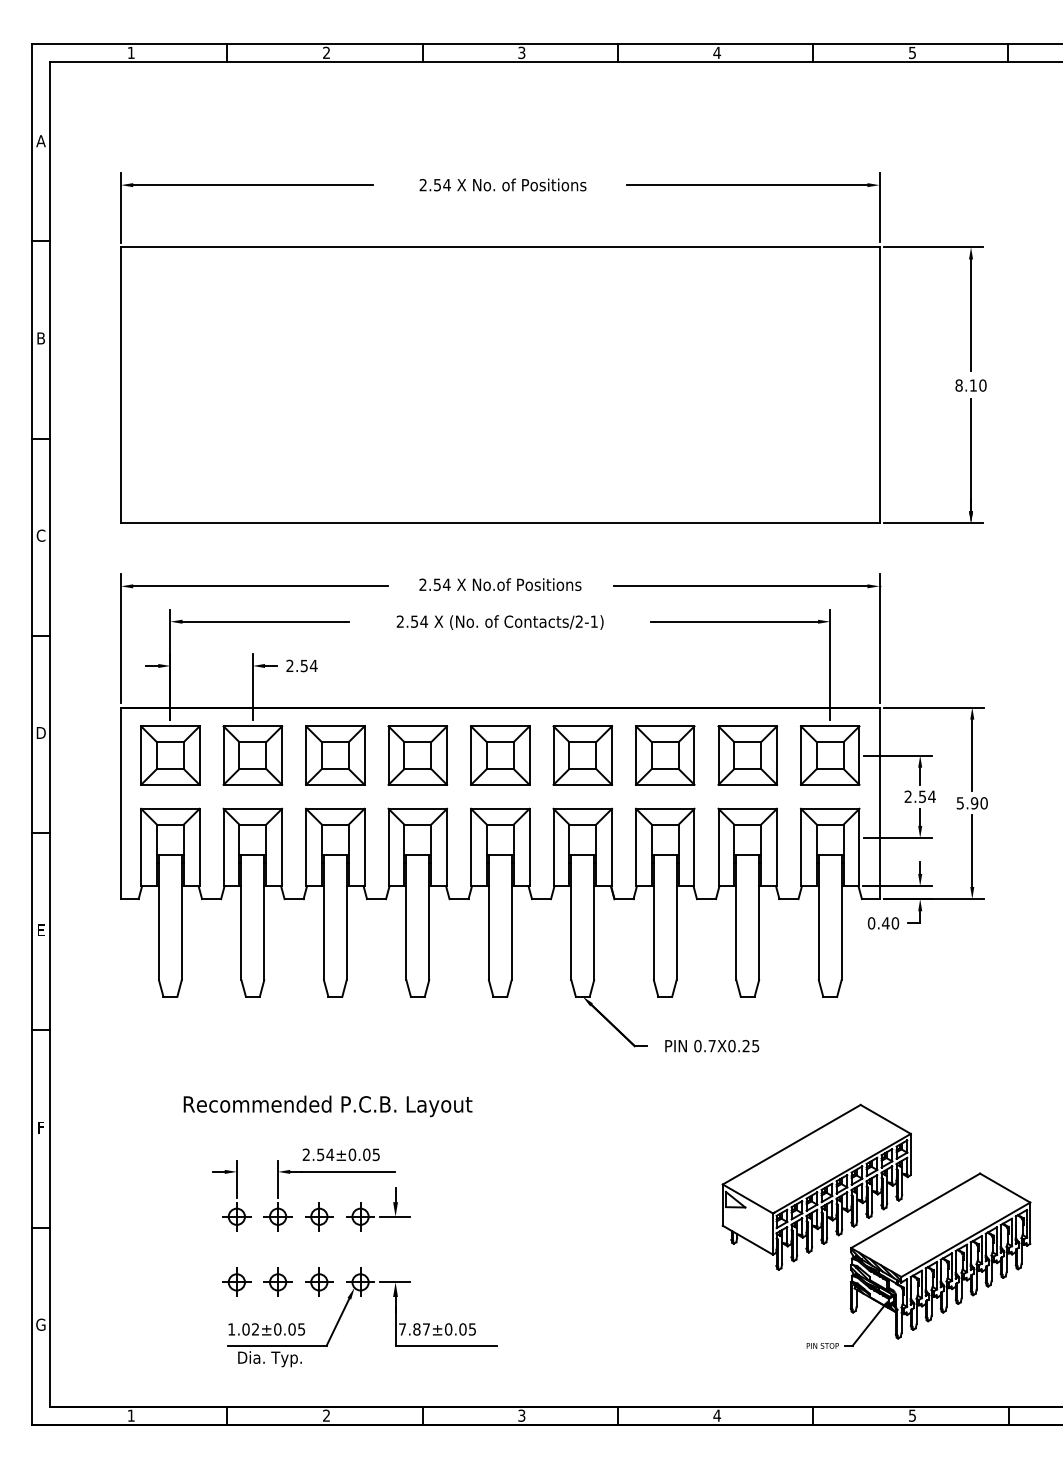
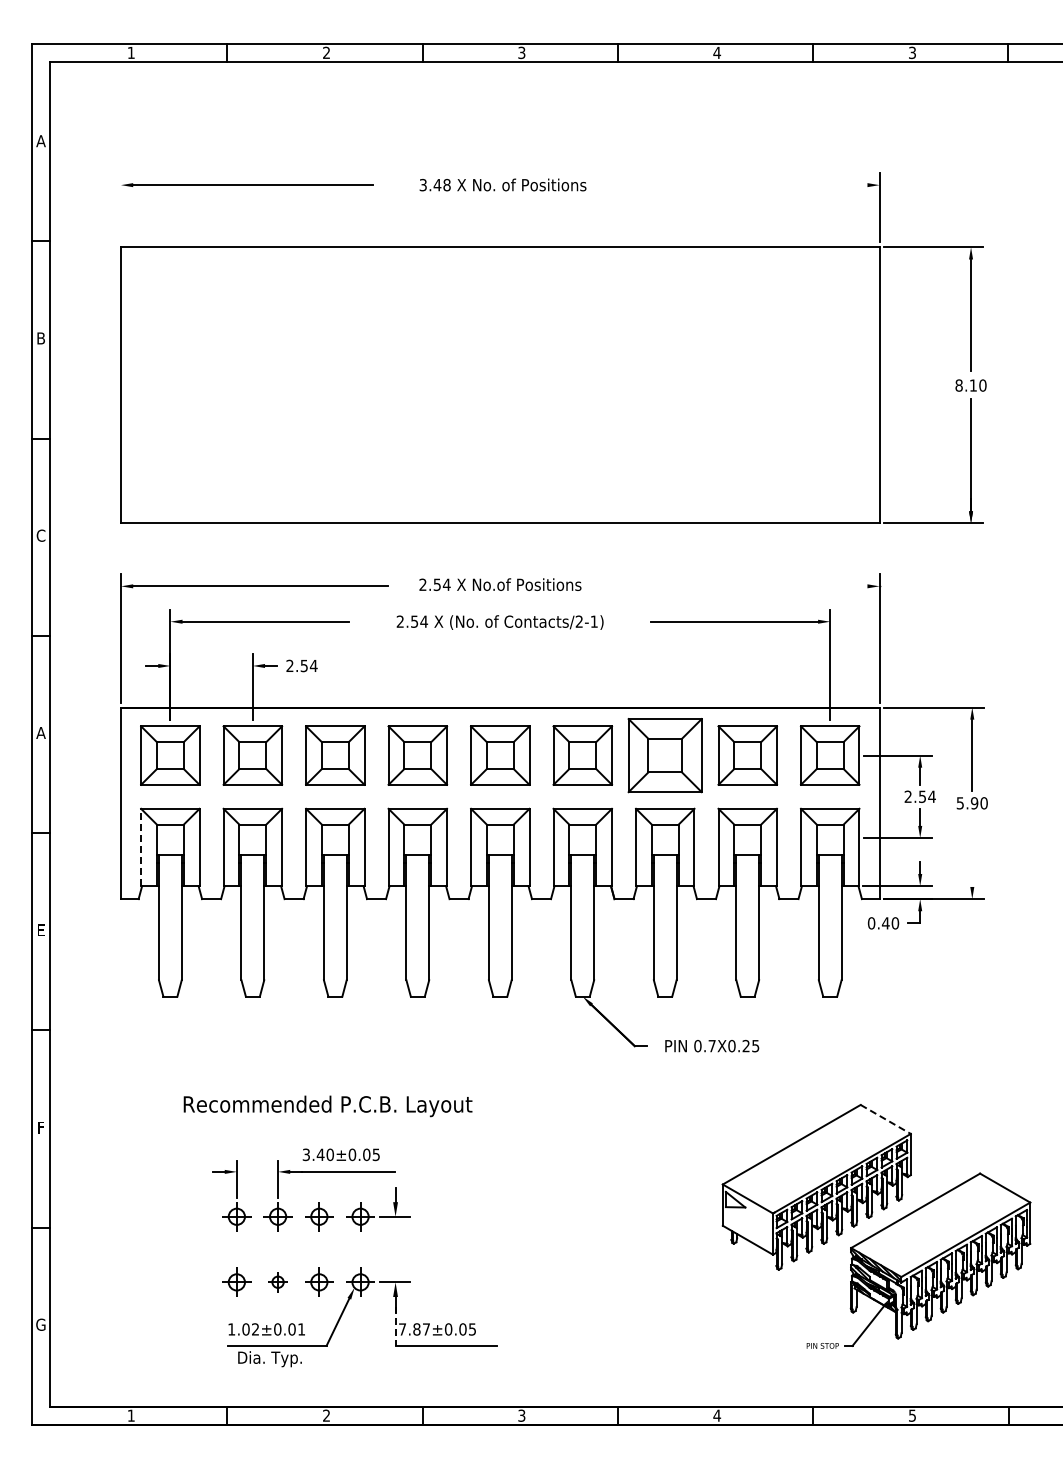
text at (912, 52): 5 -> 3
text at (434, 184): 2.54 -> 3.48
line at (747, 185): present -> none
line at (121, 207): present -> none
line at (740, 586): present -> none
text at (40, 732): D -> A
part at (665, 755) size: 61x61 px -> 76x76 px
line at (141, 847): solid -> dashed
line at (972, 850): present -> none
line at (885, 1119): solid -> dashed
text at (318, 1154): 2.54±0.05 -> 3.40±0.05
part at (277, 1281) size: 30x30 px -> 20x21 px
line at (395, 1326): solid -> dashed
text at (301, 1329): 1.02±0.05 -> 1.02±0.01
